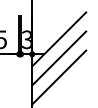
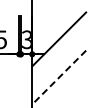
line at (59, 58): present -> none
line at (58, 77): solid -> dashed
